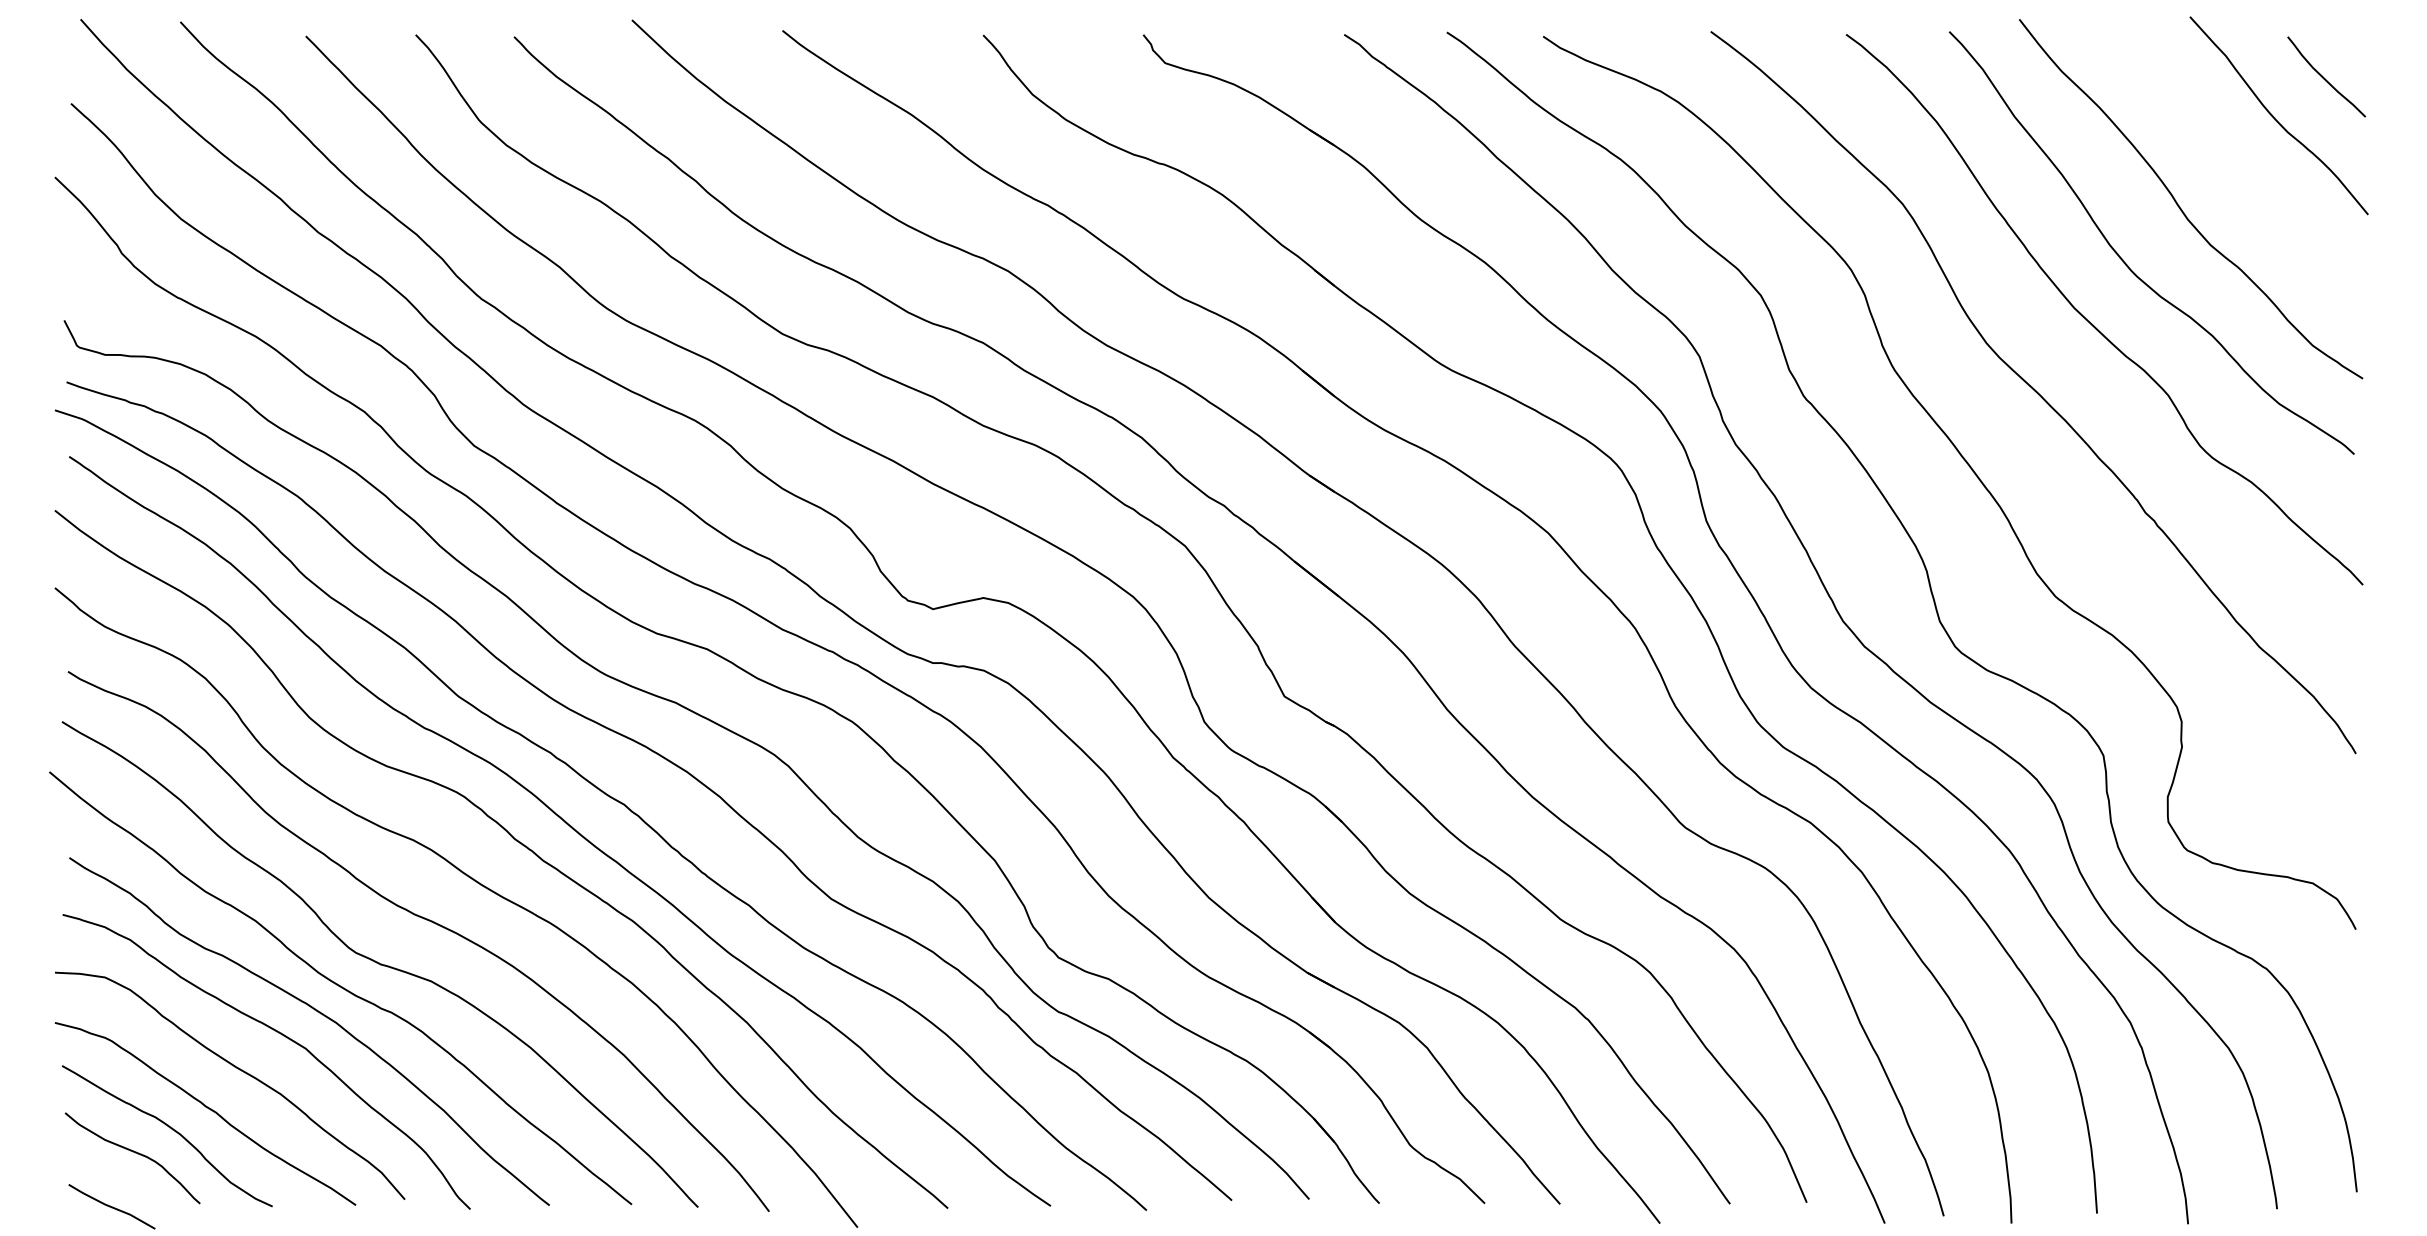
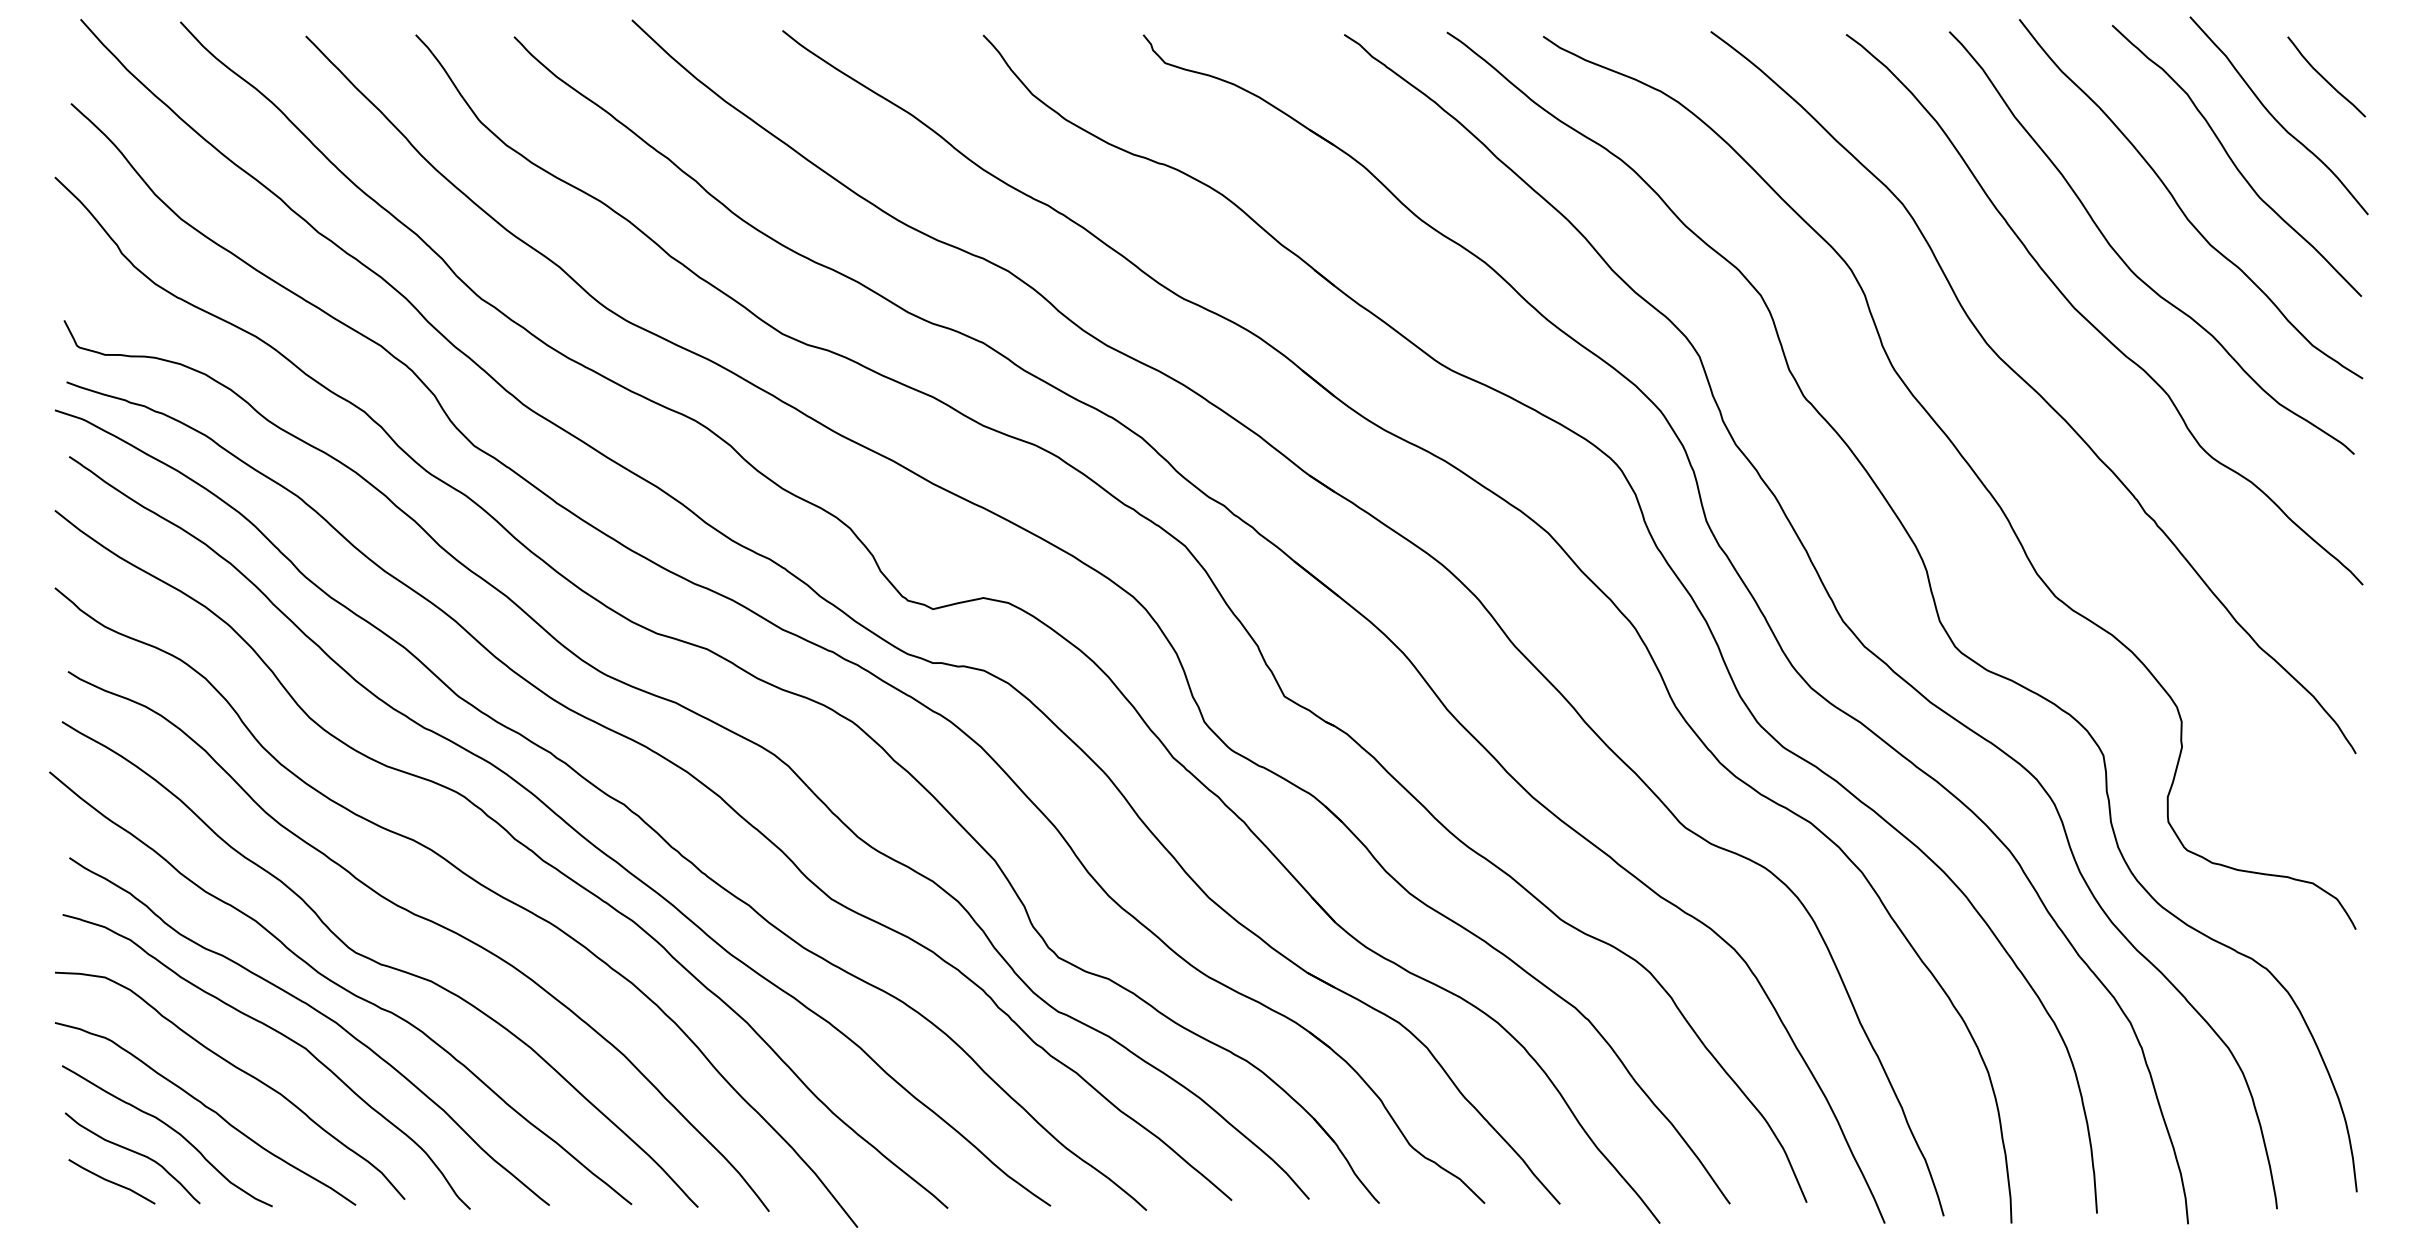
curve at (2234, 162): none -> present
curve at (111, 1206) position: (111, 1206) -> (111, 1181)
